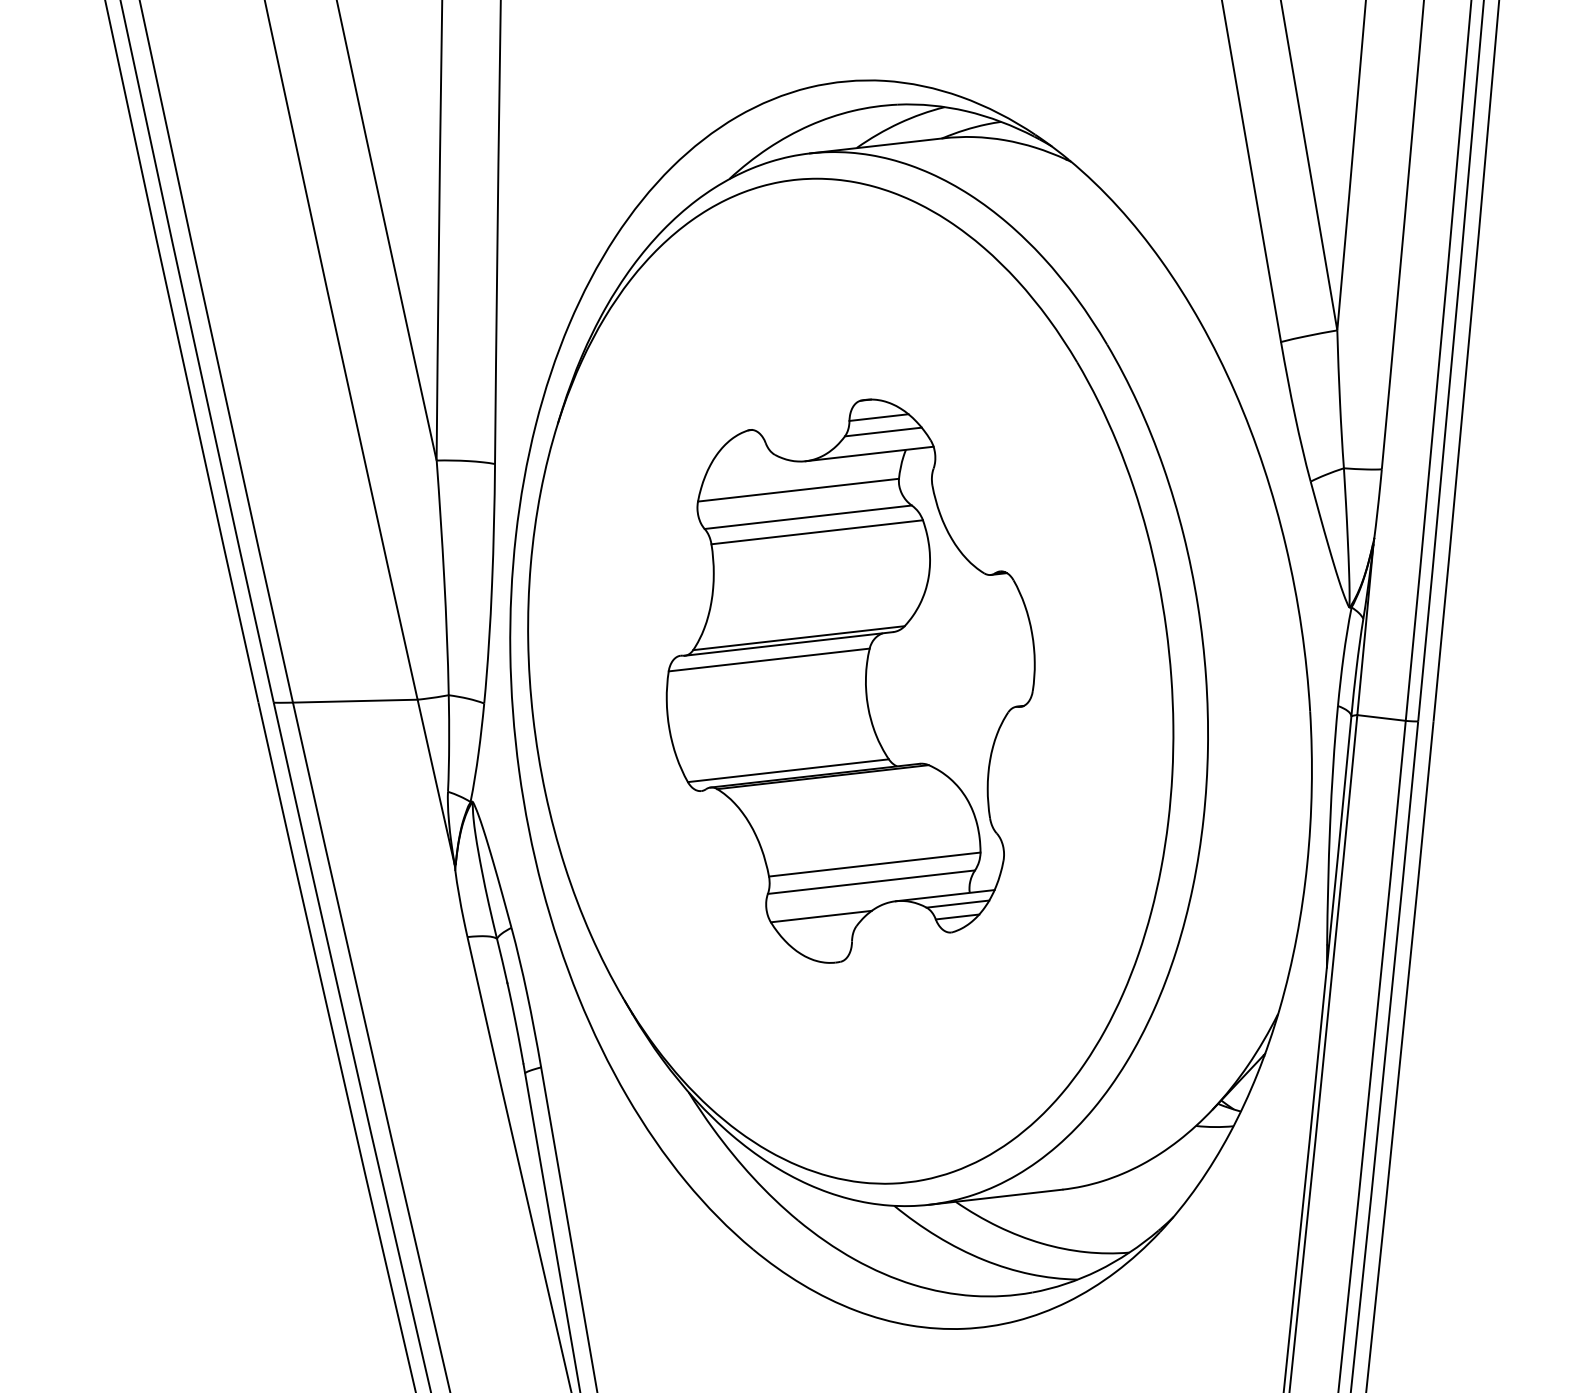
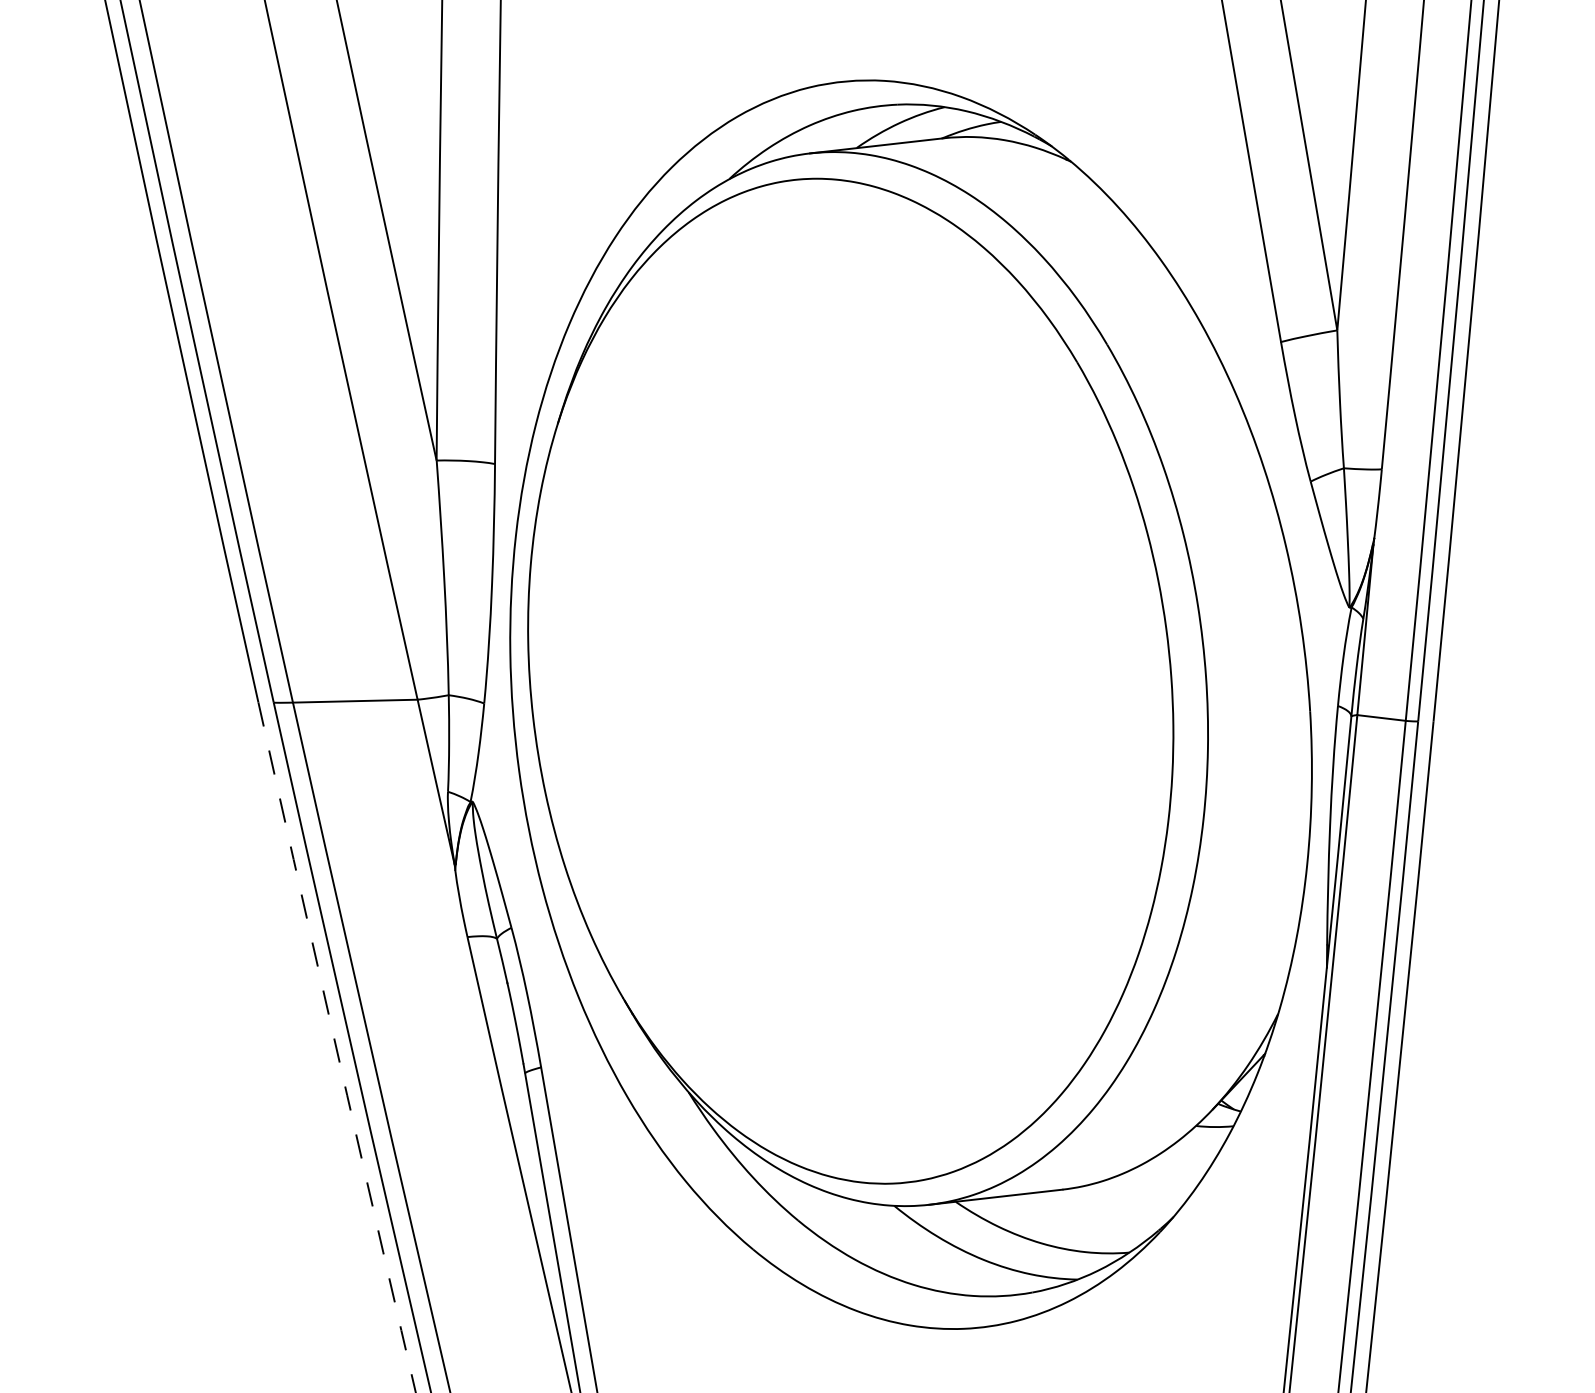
part at (850, 680): present -> none
arc at (336, 1047): solid -> dashed
